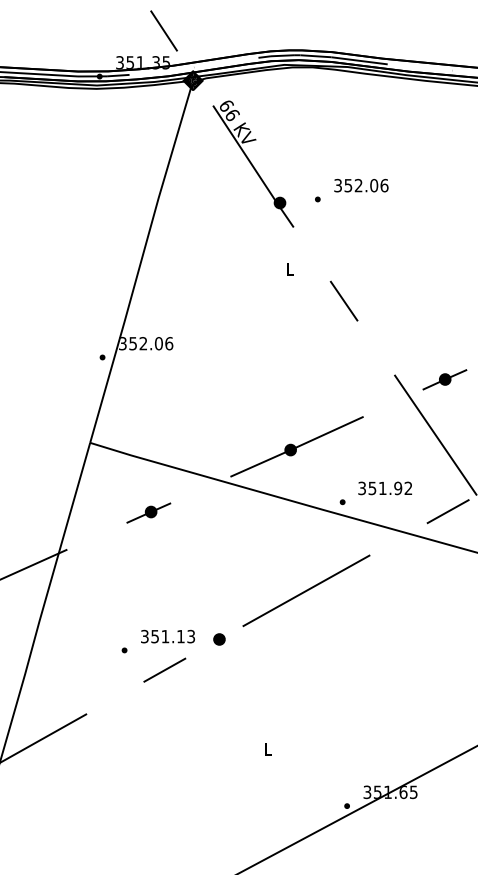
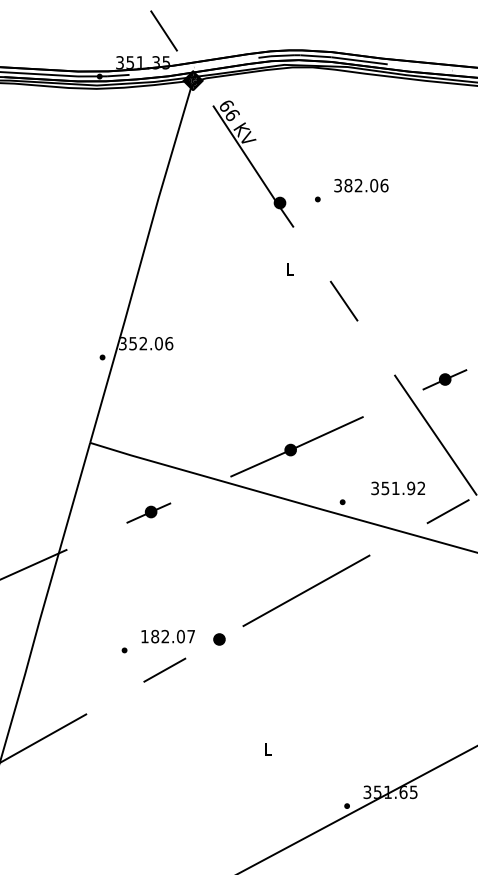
text at (348, 185): 352.06 -> 382.06
text at (384, 488) position: (384, 488) -> (397, 488)
text at (168, 636): 351.13 -> 182.07
